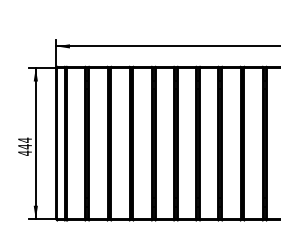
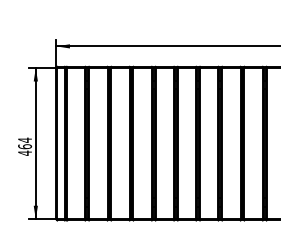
text at (25, 146): 444 -> 464
